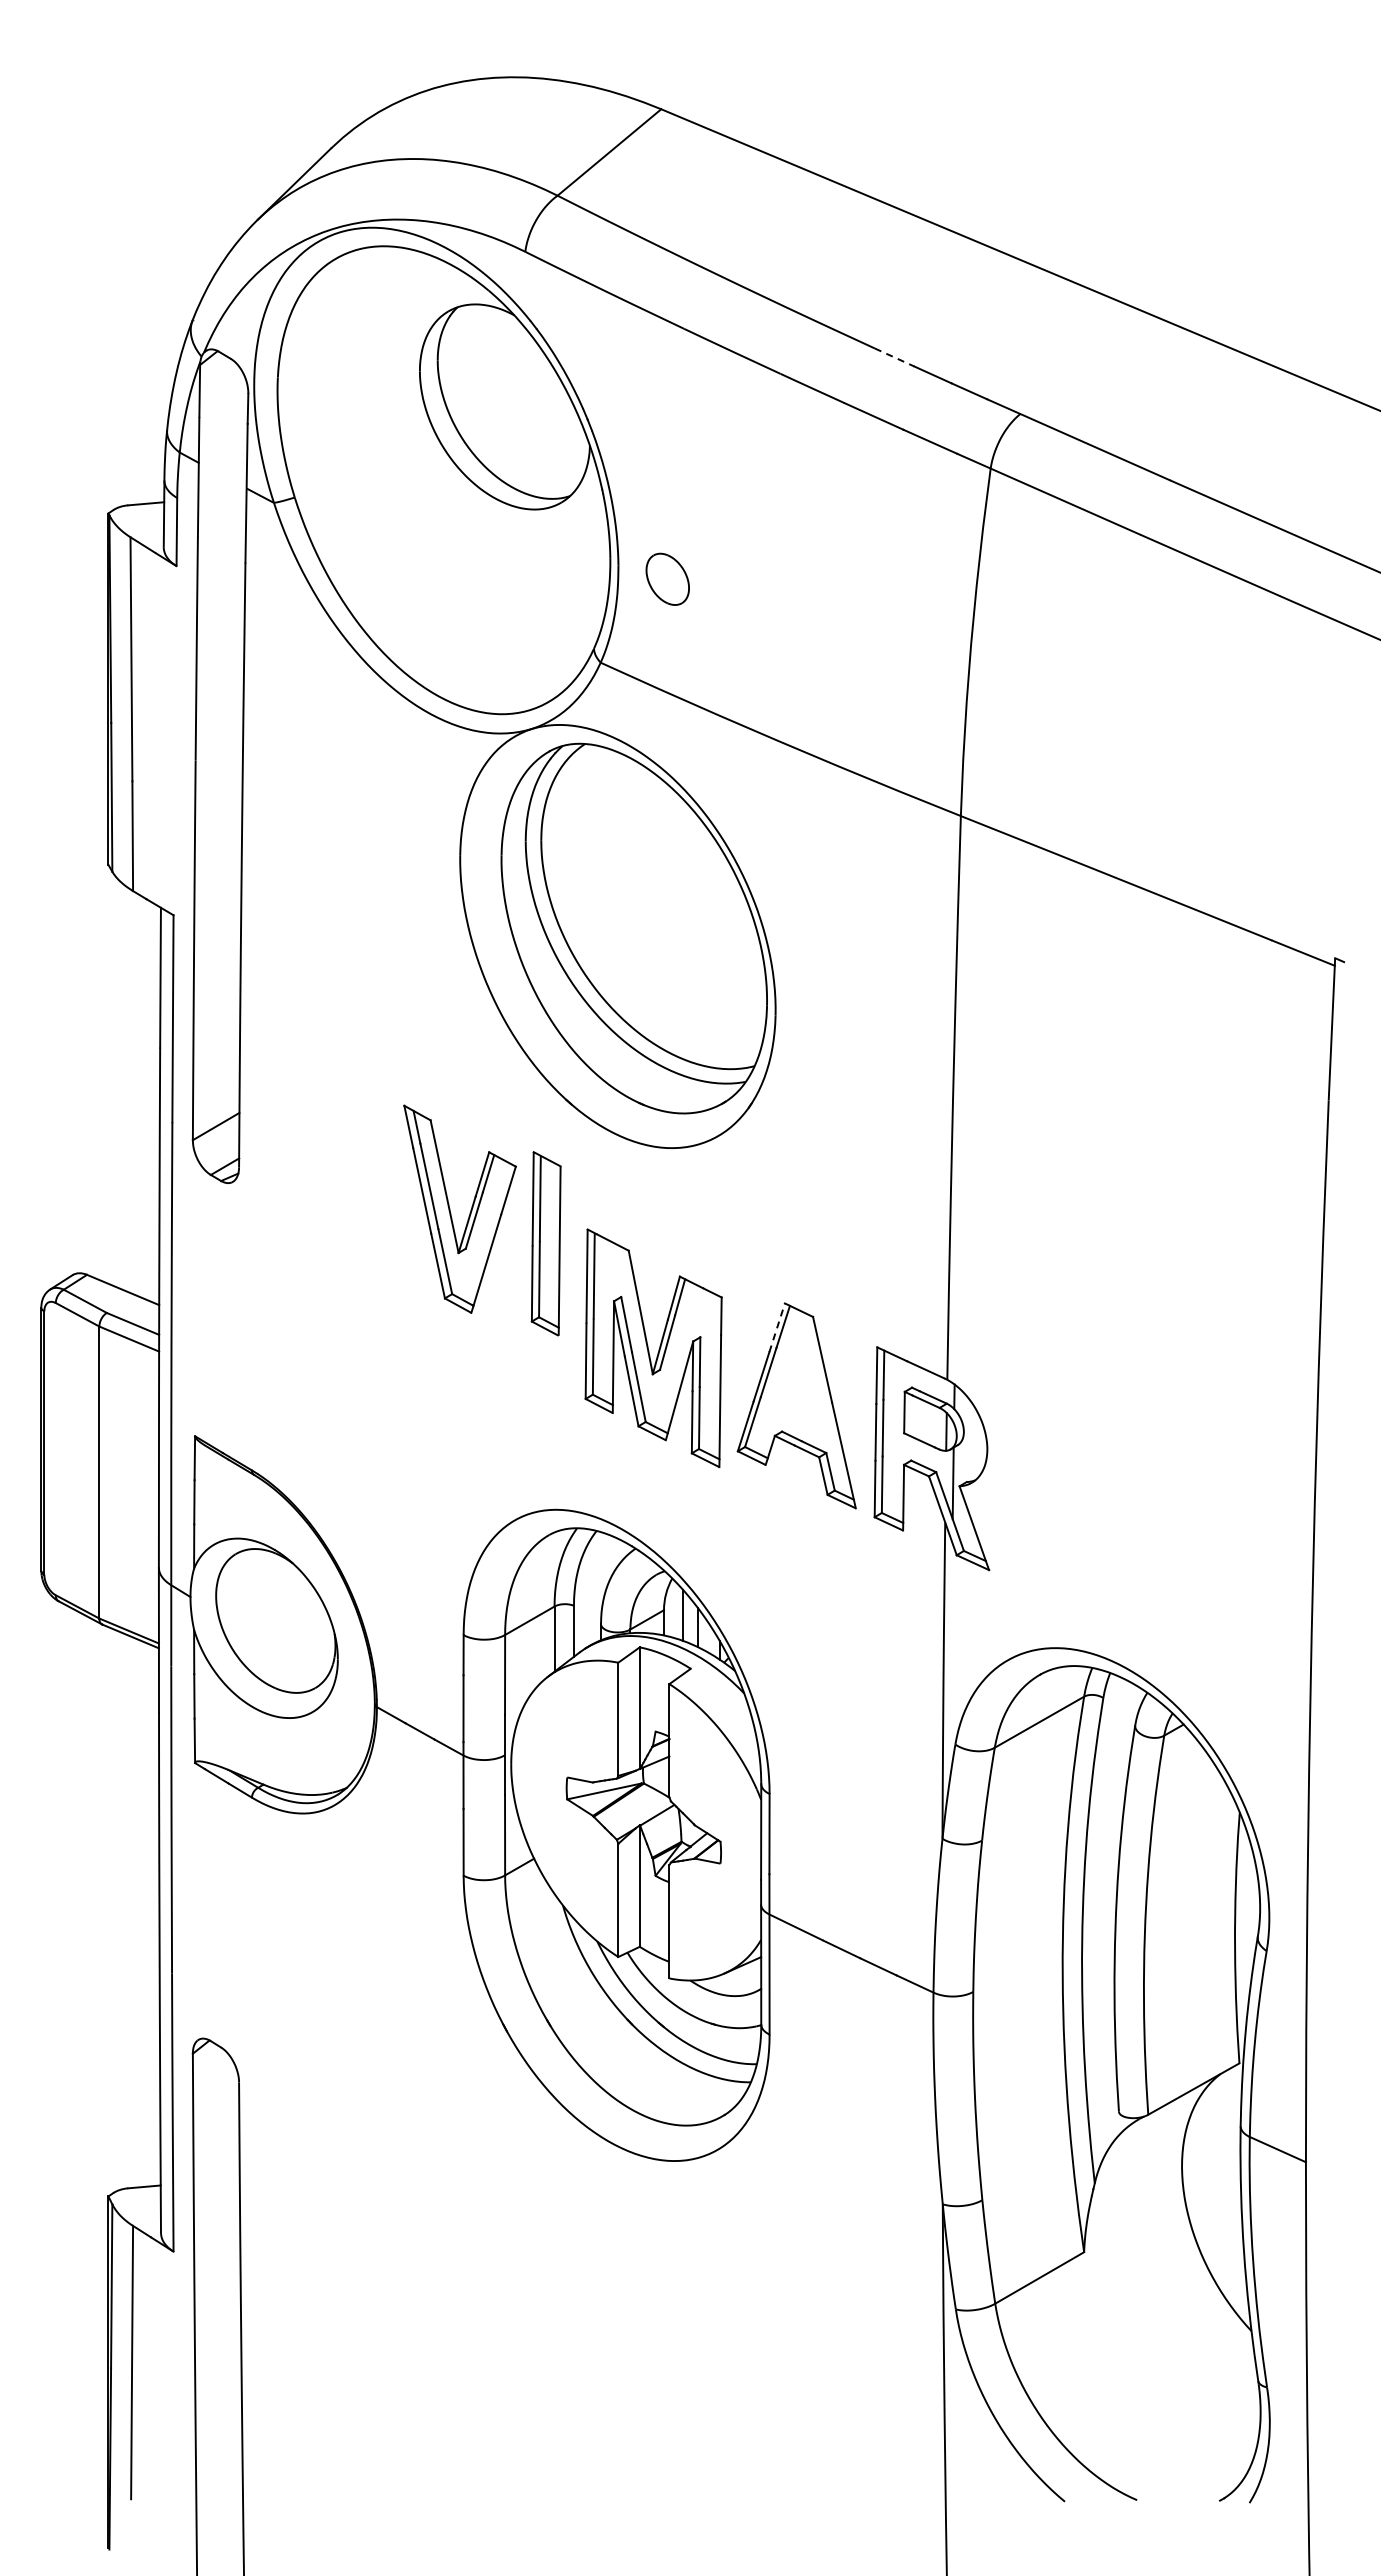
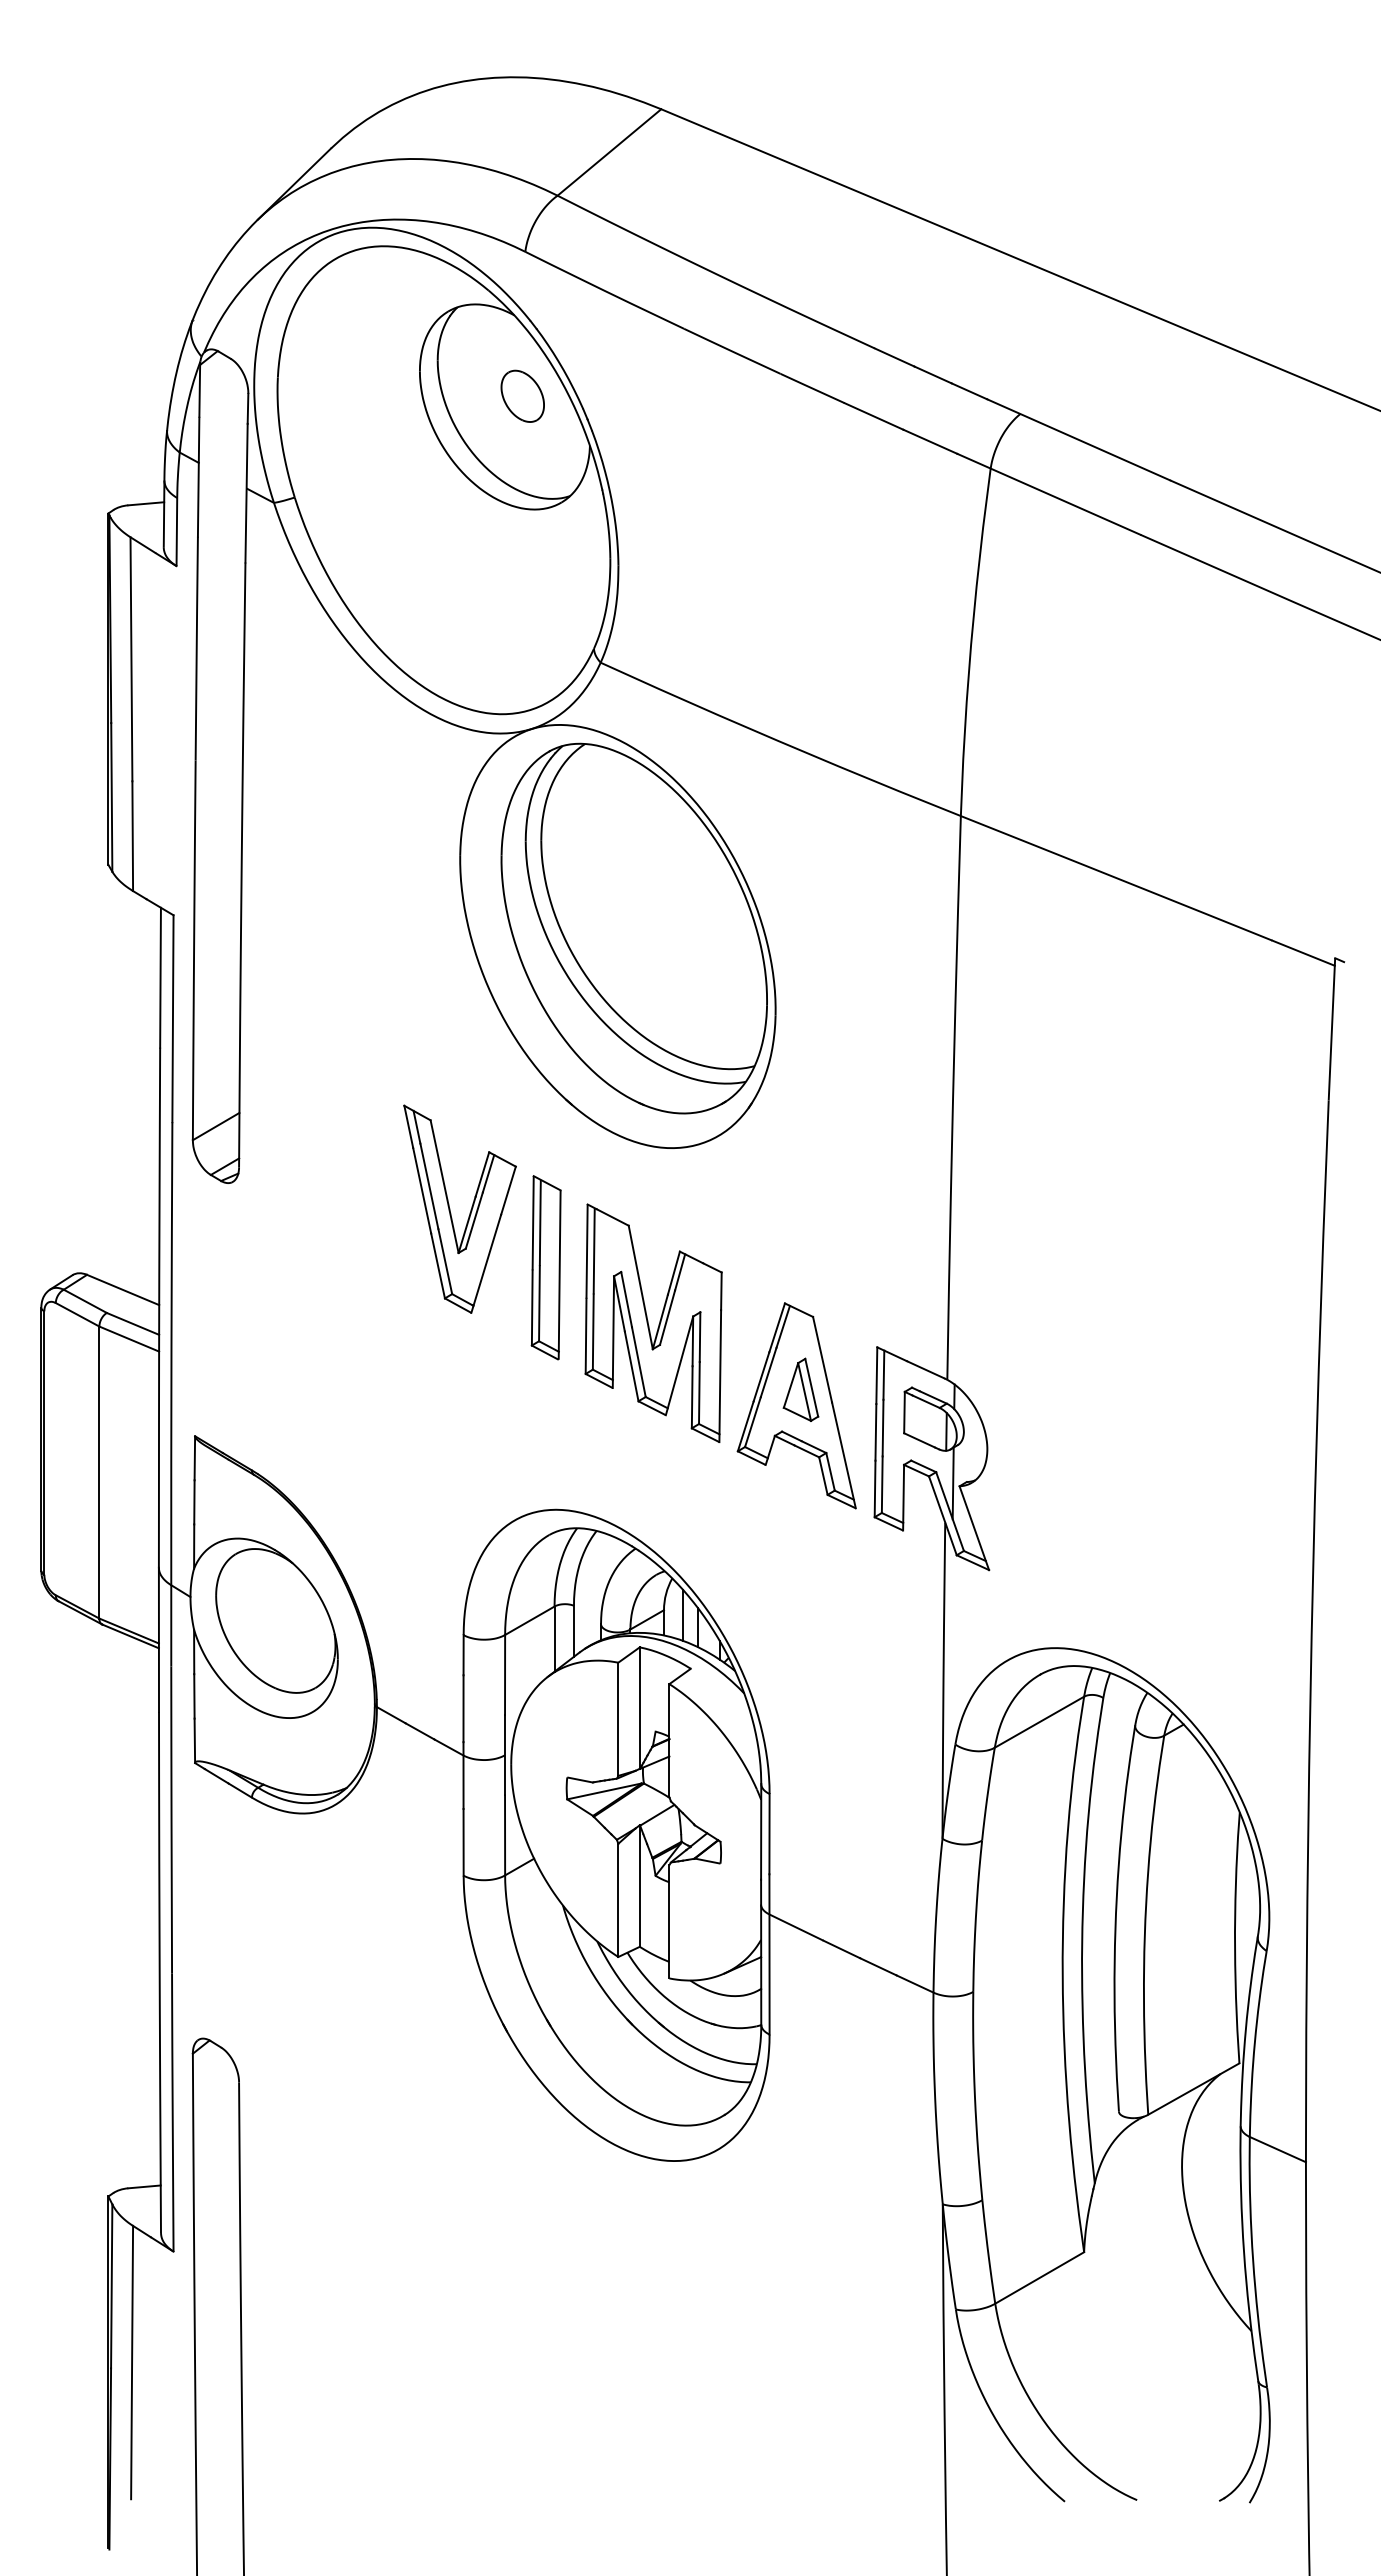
line at (894, 357): dashed -> solid
part at (667, 578) position: (667, 578) -> (522, 395)
part at (545, 1243) position: (545, 1243) -> (545, 1267)
line at (777, 1327): dashed -> solid
part at (653, 1347) position: (653, 1347) -> (653, 1322)
part at (800, 1389): none -> present
